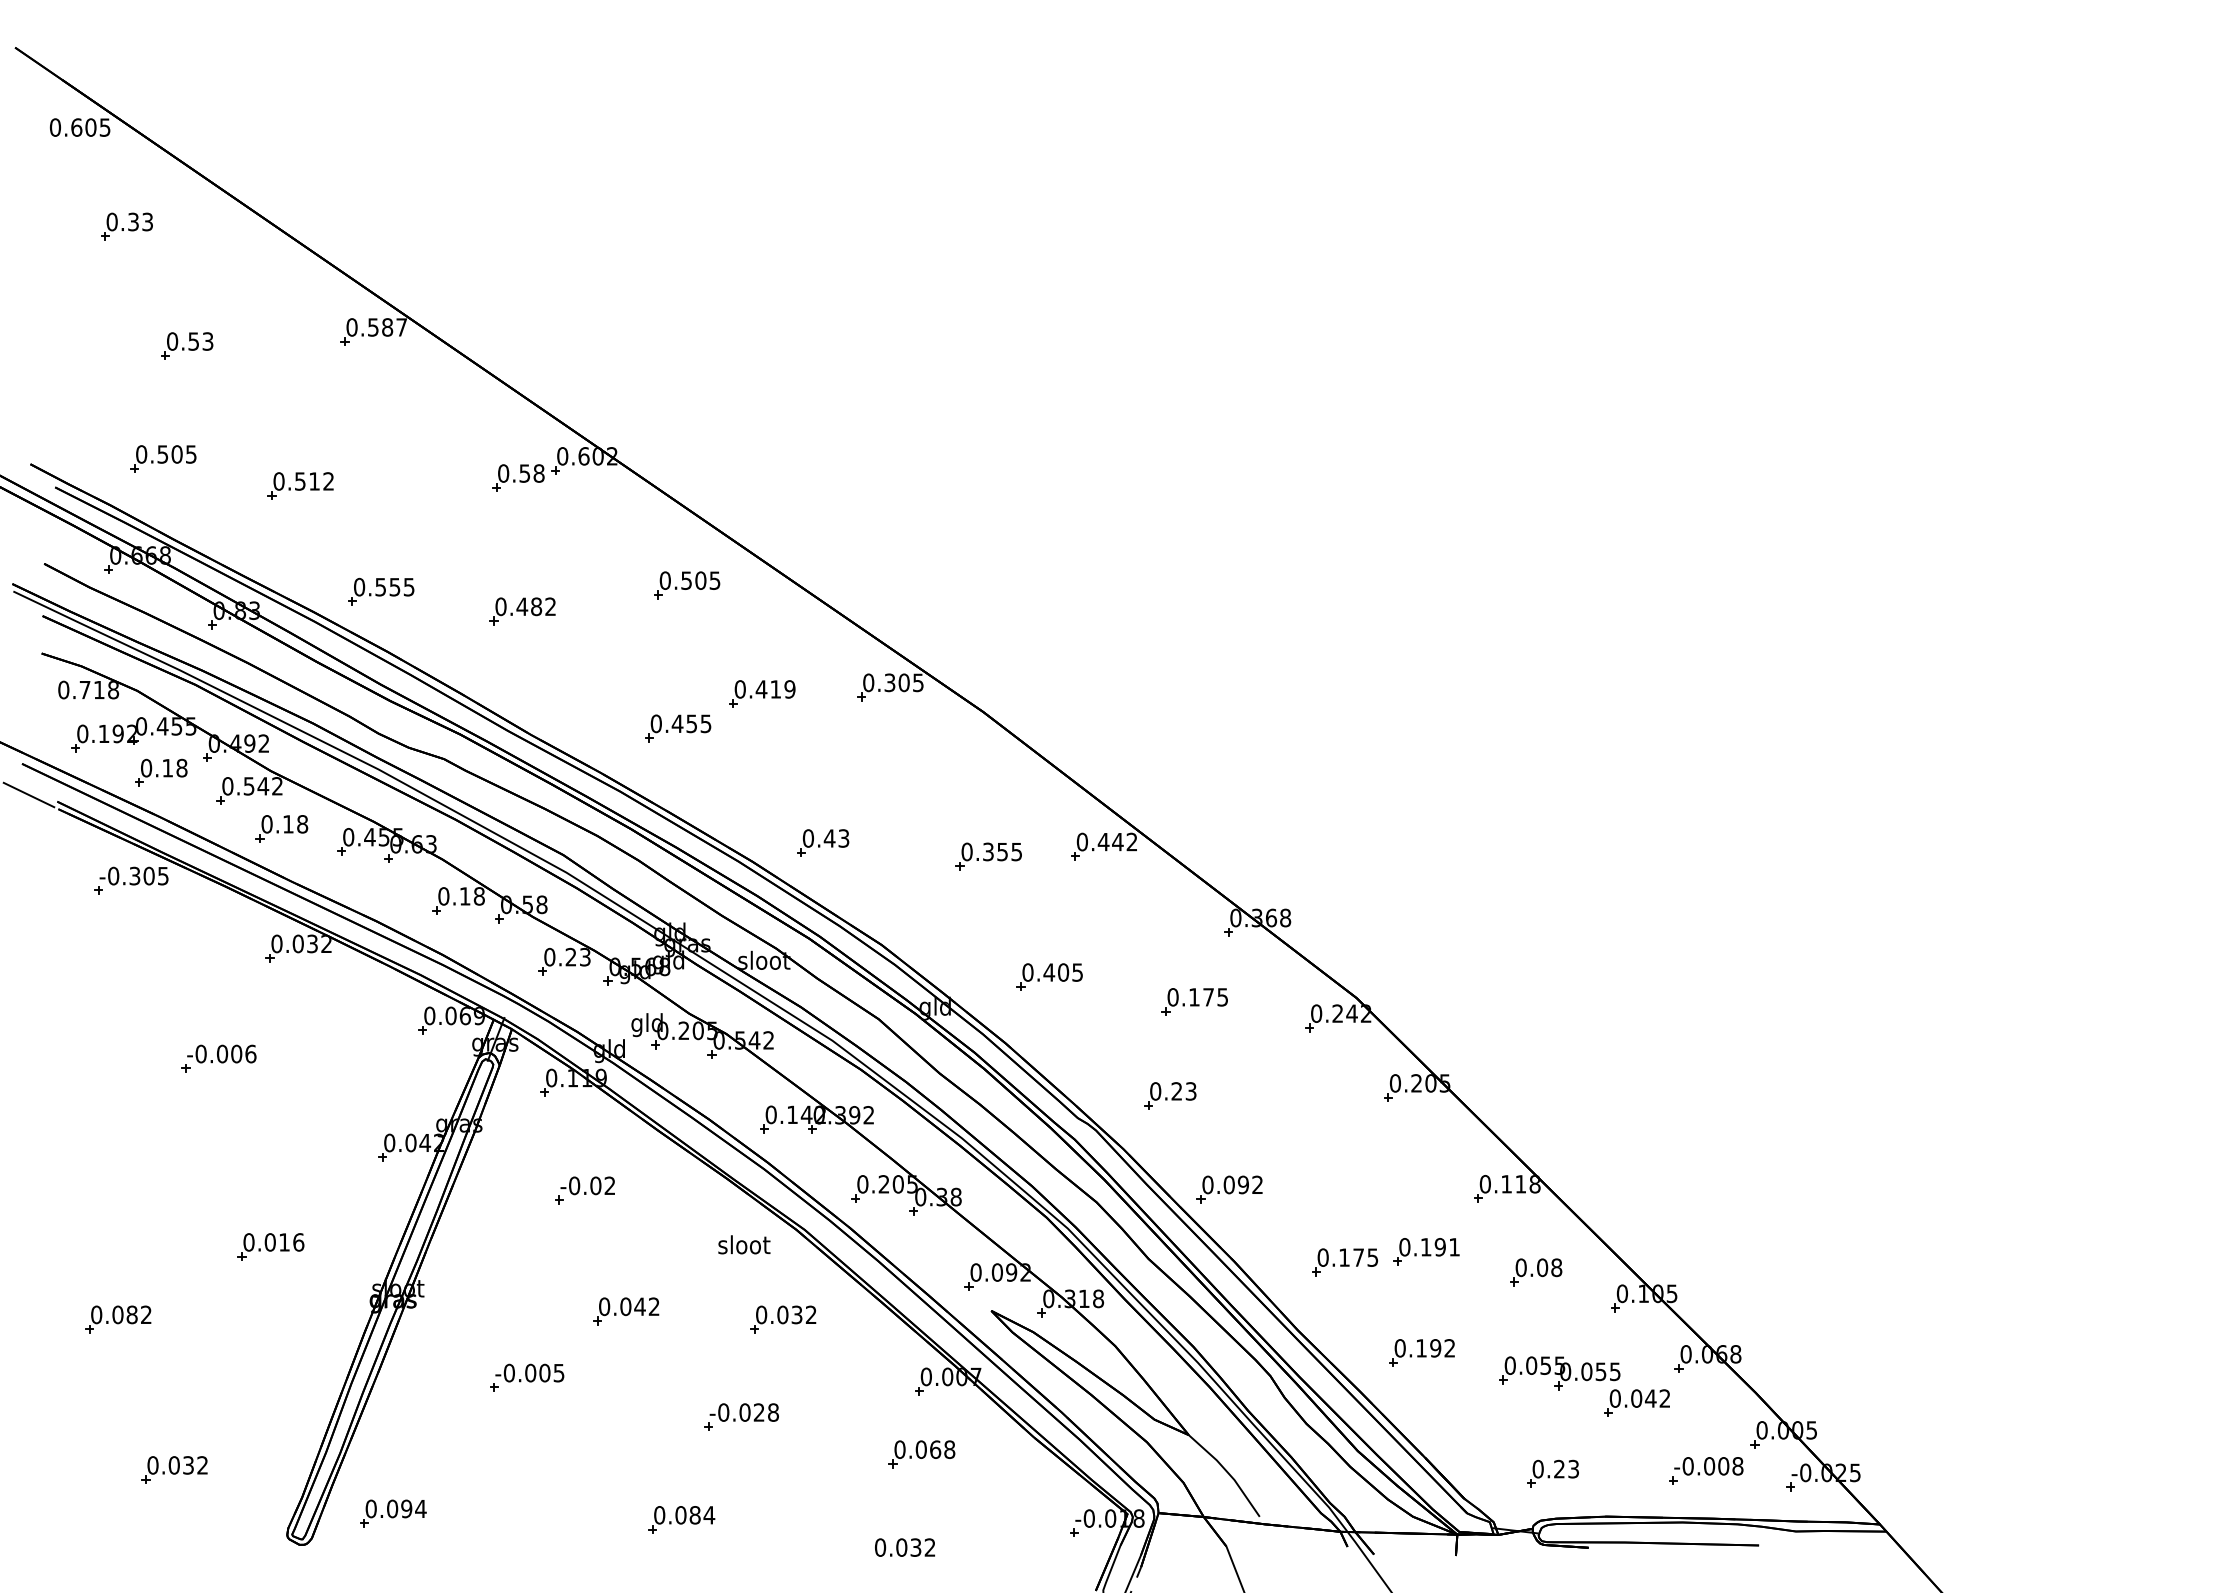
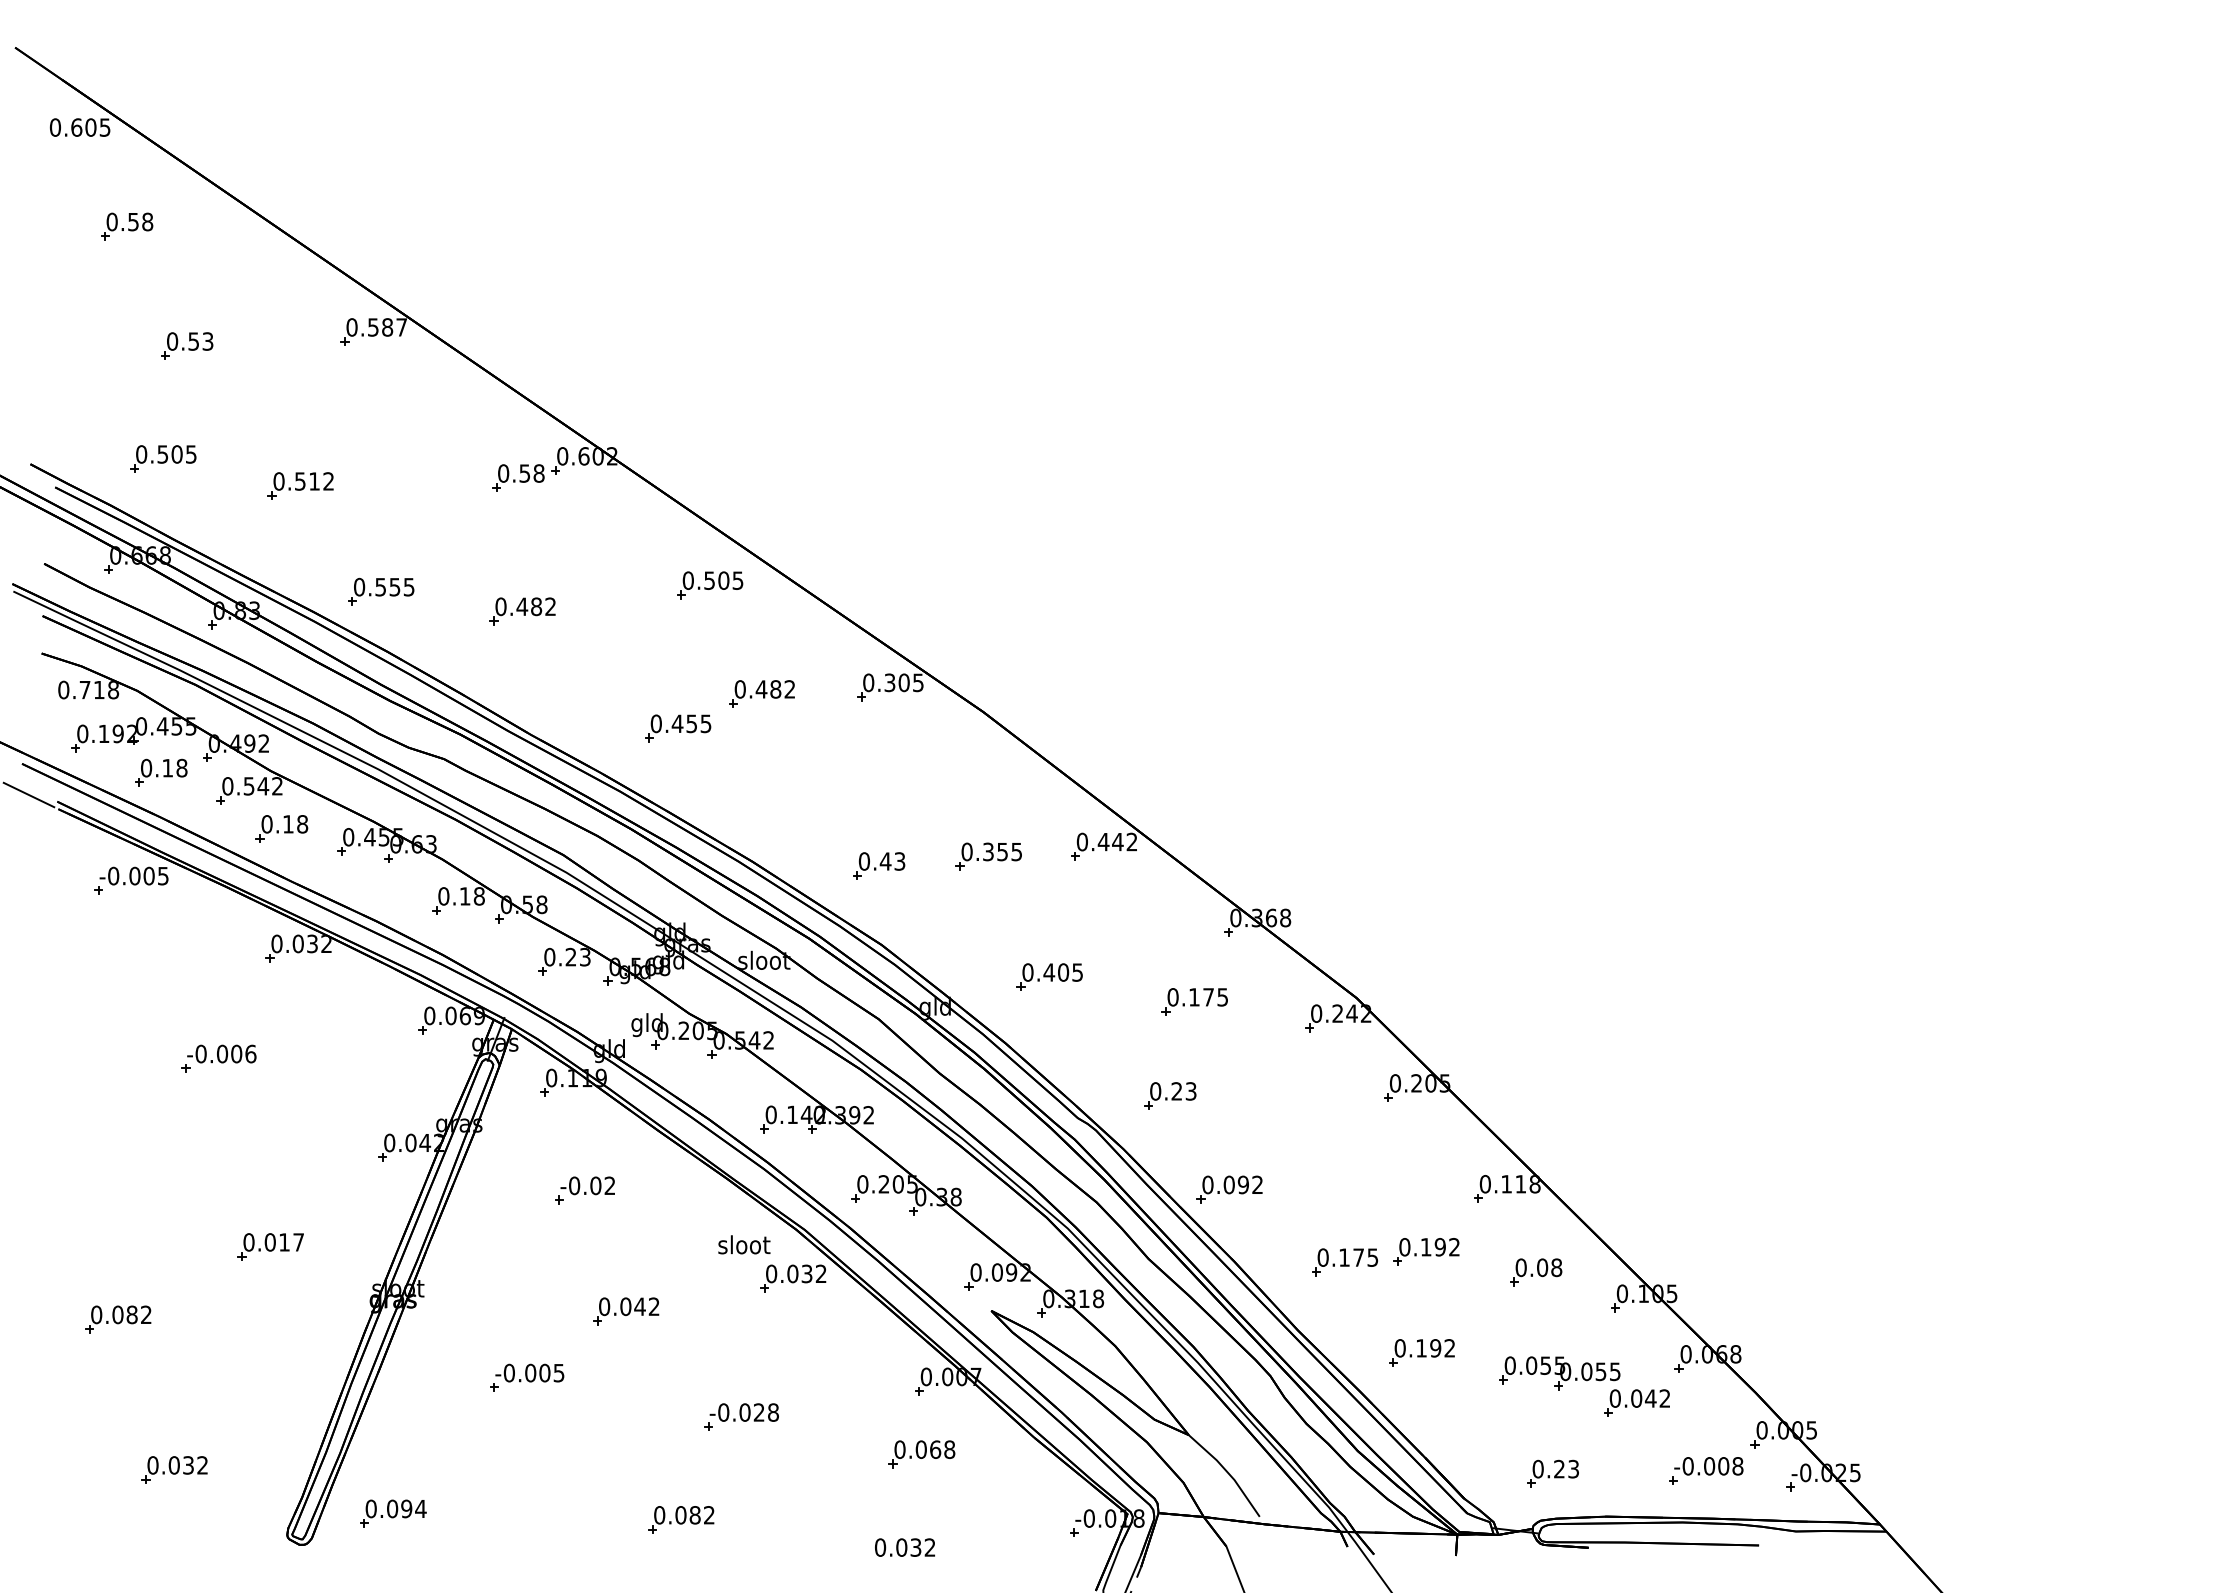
text at (140, 221): 0.33 -> 0.58
part at (687, 585) position: (687, 585) -> (710, 585)
text at (782, 689): 0.419 -> 0.482
part at (823, 842) position: (823, 842) -> (879, 865)
text at (134, 875): -0.305 -> -0.005
text at (298, 1242): 0.016 -> 0.017
text at (1454, 1247): 0.191 -> 0.192
part at (783, 1319) position: (783, 1319) -> (793, 1278)
text at (709, 1515): 0.084 -> 0.082
